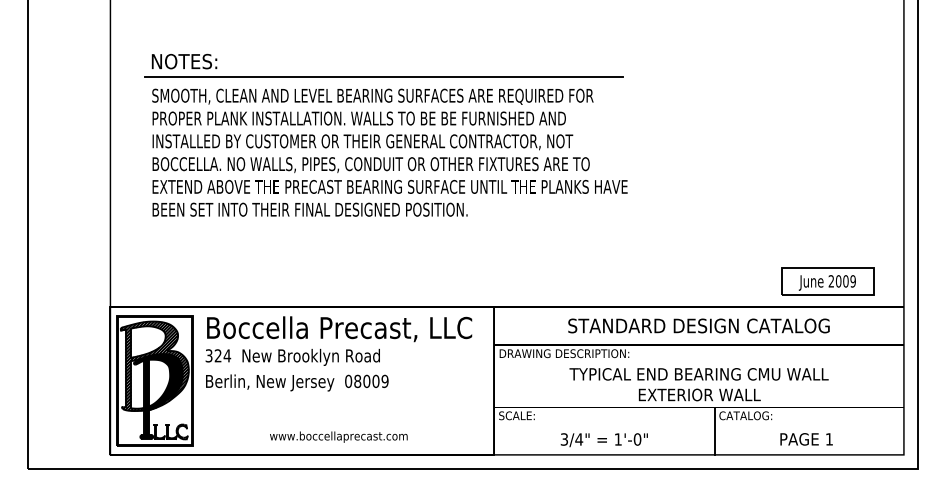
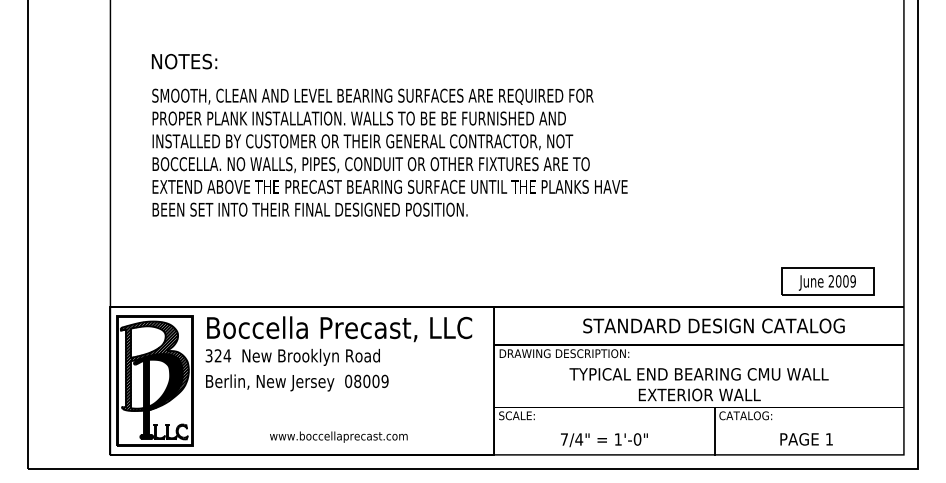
line at (383, 77): present -> none
text at (698, 325) position: (698, 325) -> (713, 325)
text at (563, 439): 3/4" -> 7/4"
